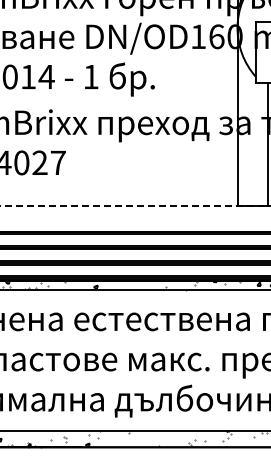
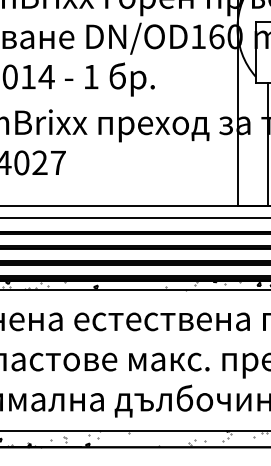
line at (136, 205): dashed -> solid
line at (134, 217): none -> present
